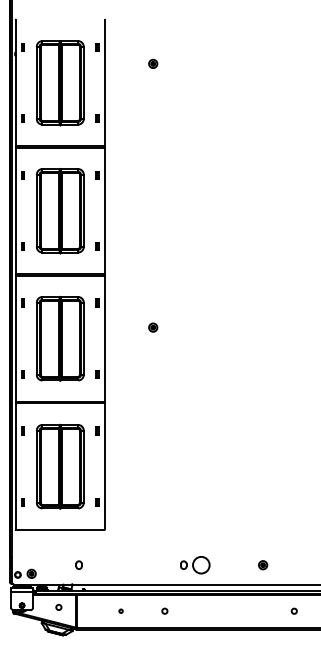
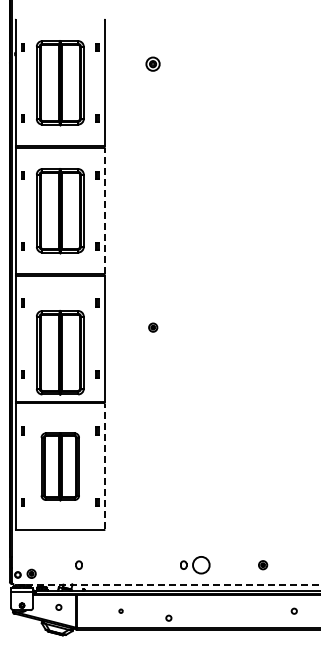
part at (153, 63) size: 11x11 px -> 16x16 px
line at (104, 210): solid -> dashed
part at (60, 338) position: (60, 338) -> (60, 352)
part at (60, 466) size: 49x87 px -> 40x70 px
line at (104, 466): solid -> dashed
line at (167, 584): solid -> dashed
circle at (164, 610) position: (164, 610) -> (168, 617)
